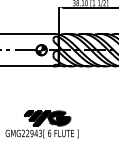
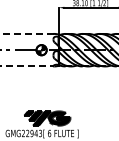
line at (27, 33): solid -> dashed
line at (27, 66): solid -> dashed
